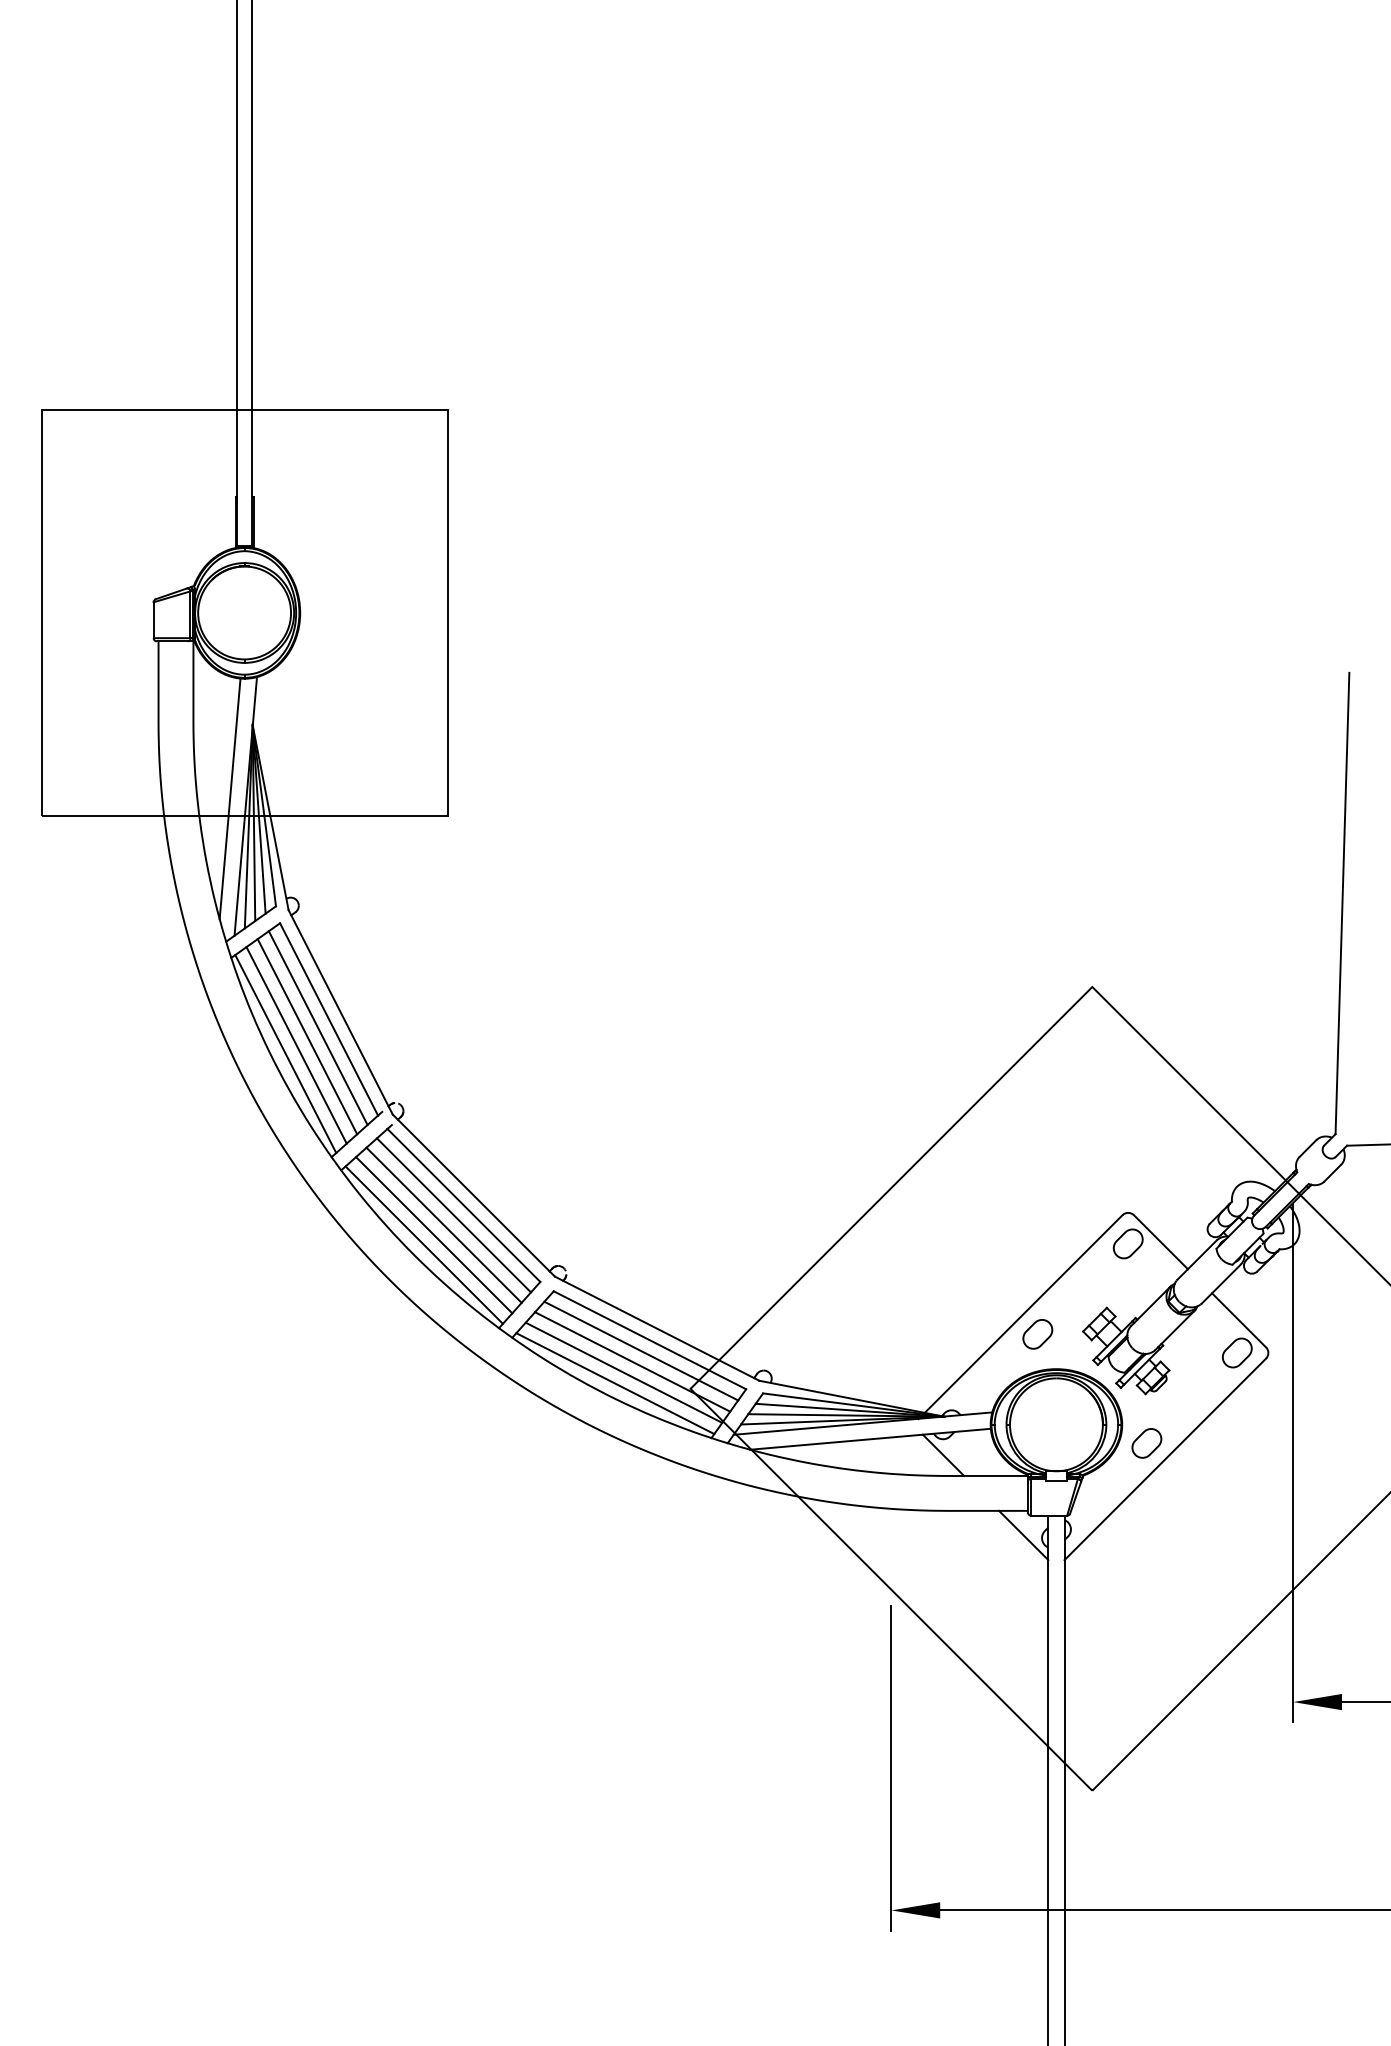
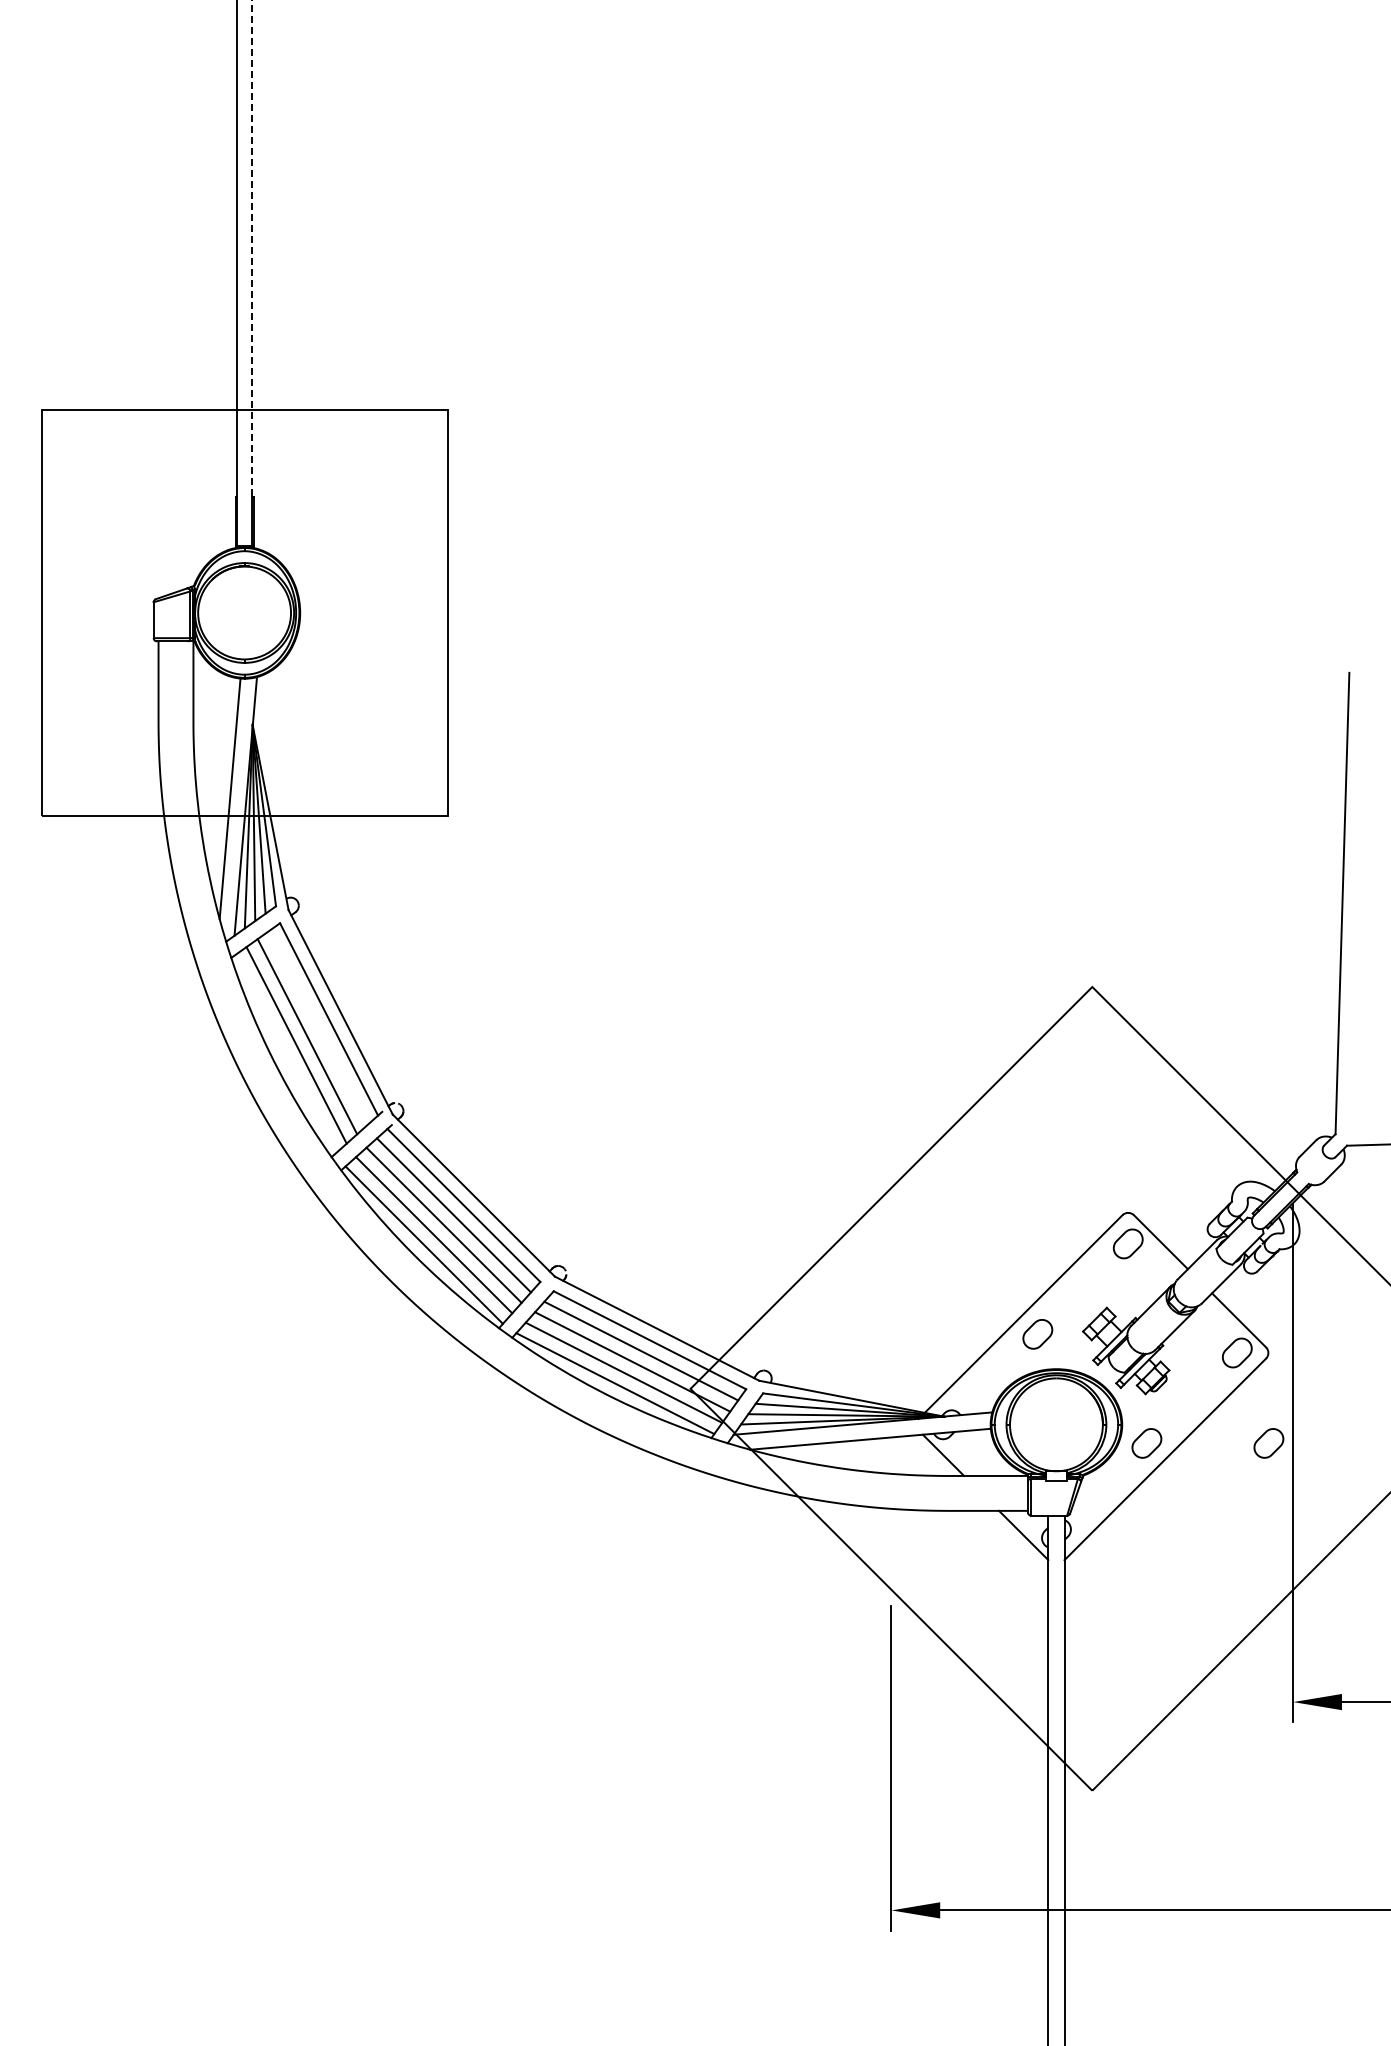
line at (251, 249): solid -> dashed
line at (317, 1028): present -> none
line at (285, 1054): present -> none
part at (1268, 1443): none -> present
